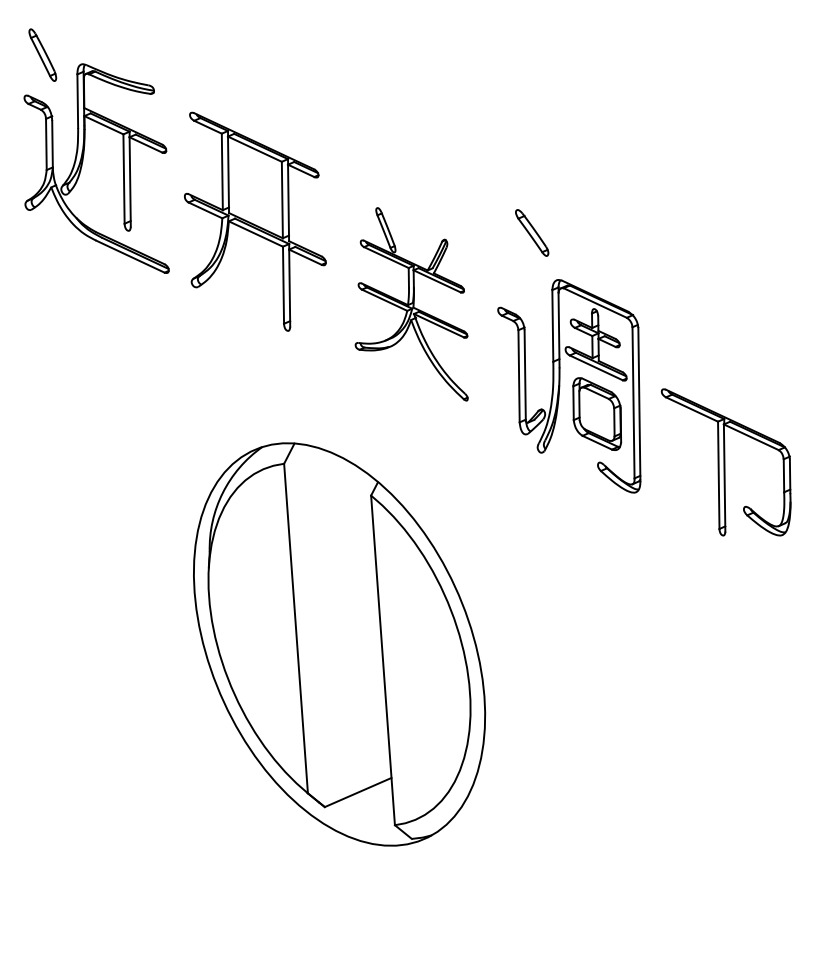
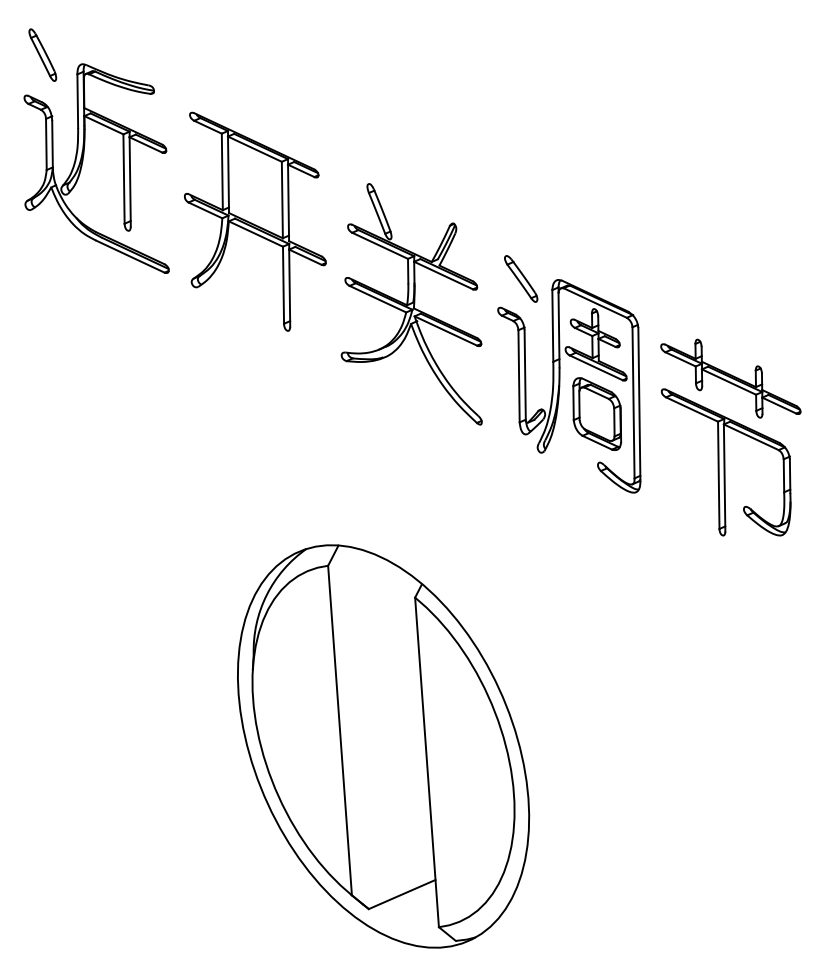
part at (532, 232) position: (532, 232) -> (521, 278)
part at (411, 304) size: 115x195 px -> 143x243 px
part at (730, 378): none -> present
part at (339, 644) position: (339, 644) -> (383, 746)
